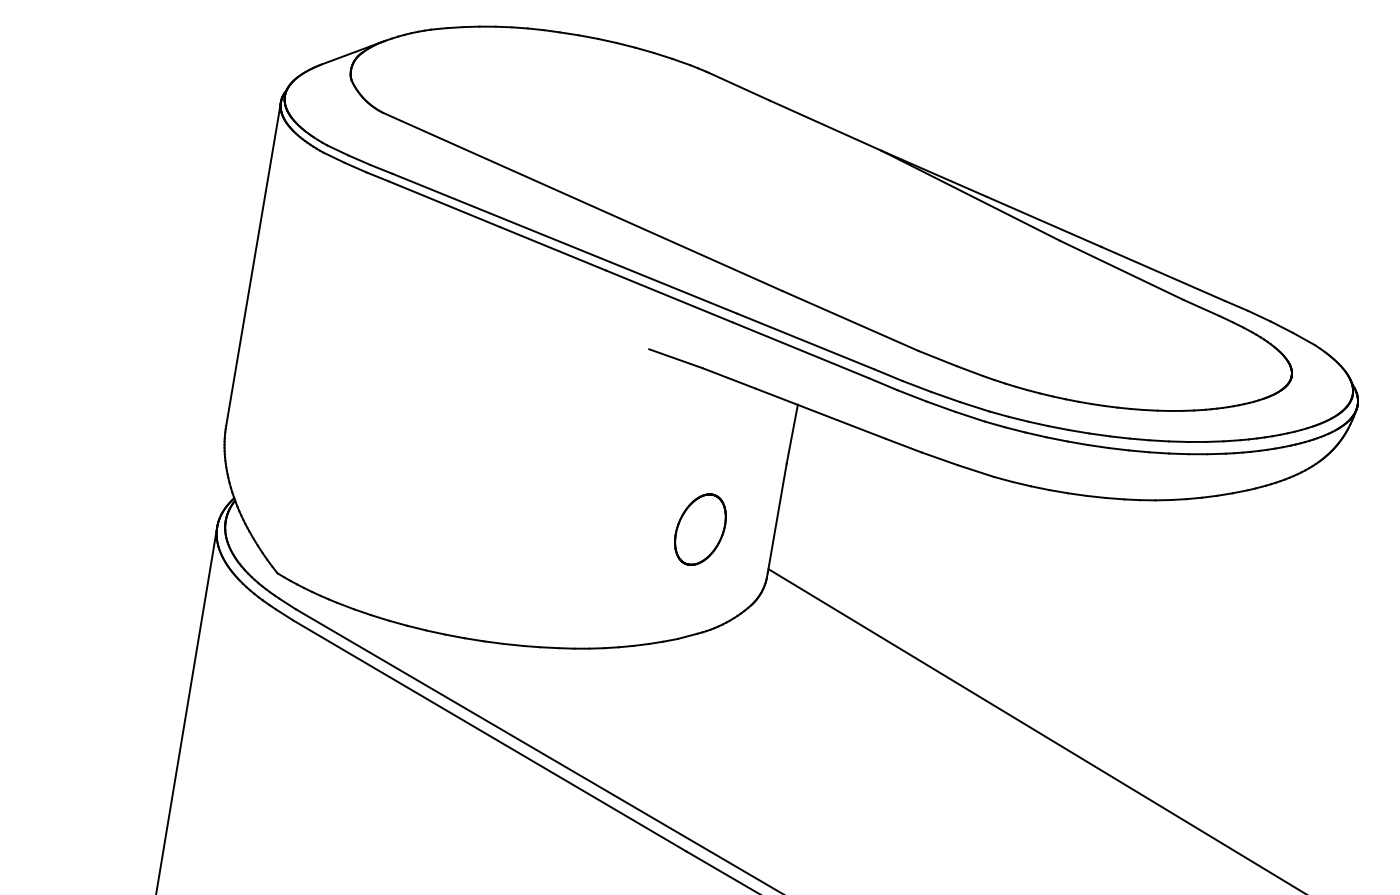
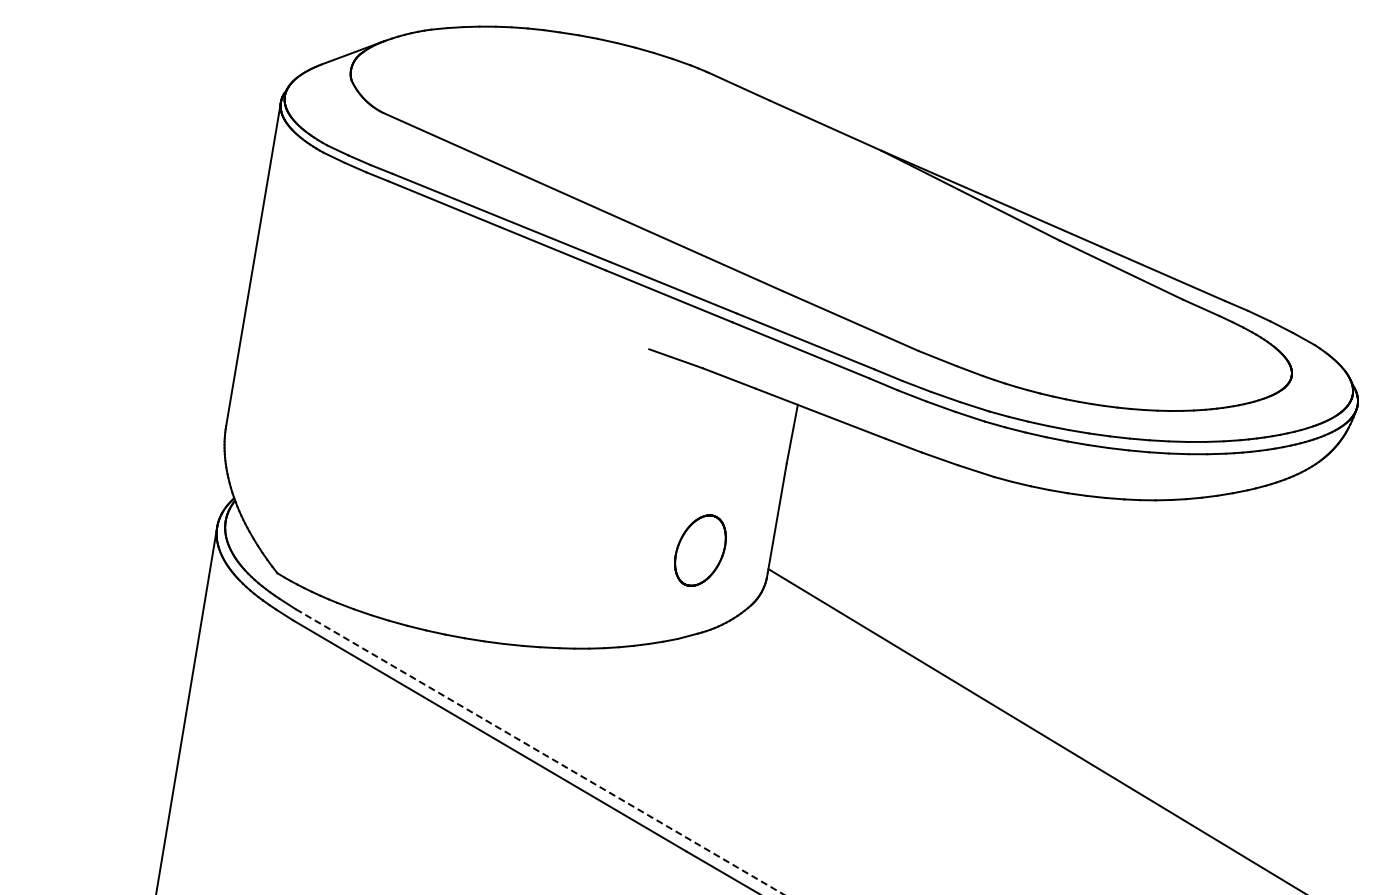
part at (700, 529) position: (700, 529) -> (700, 550)
line at (539, 751): solid -> dashed
